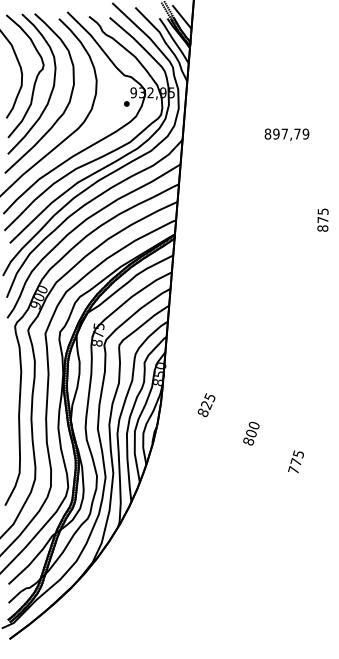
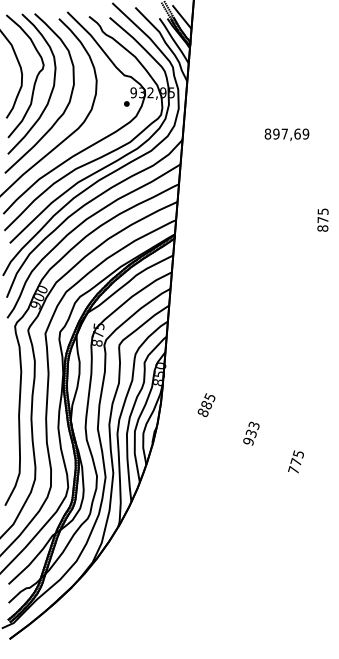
text at (297, 133): 897,79 -> 897,69
text at (206, 405): 825 -> 885
text at (251, 433): 800 -> 933
